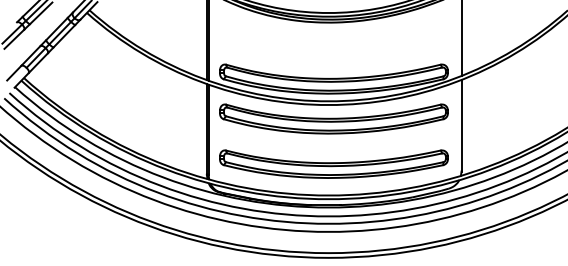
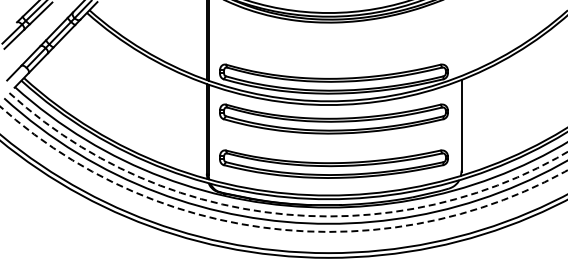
line at (461, 38): present -> none
arc at (277, 213): solid -> dashed
arc at (276, 229): solid -> dashed
